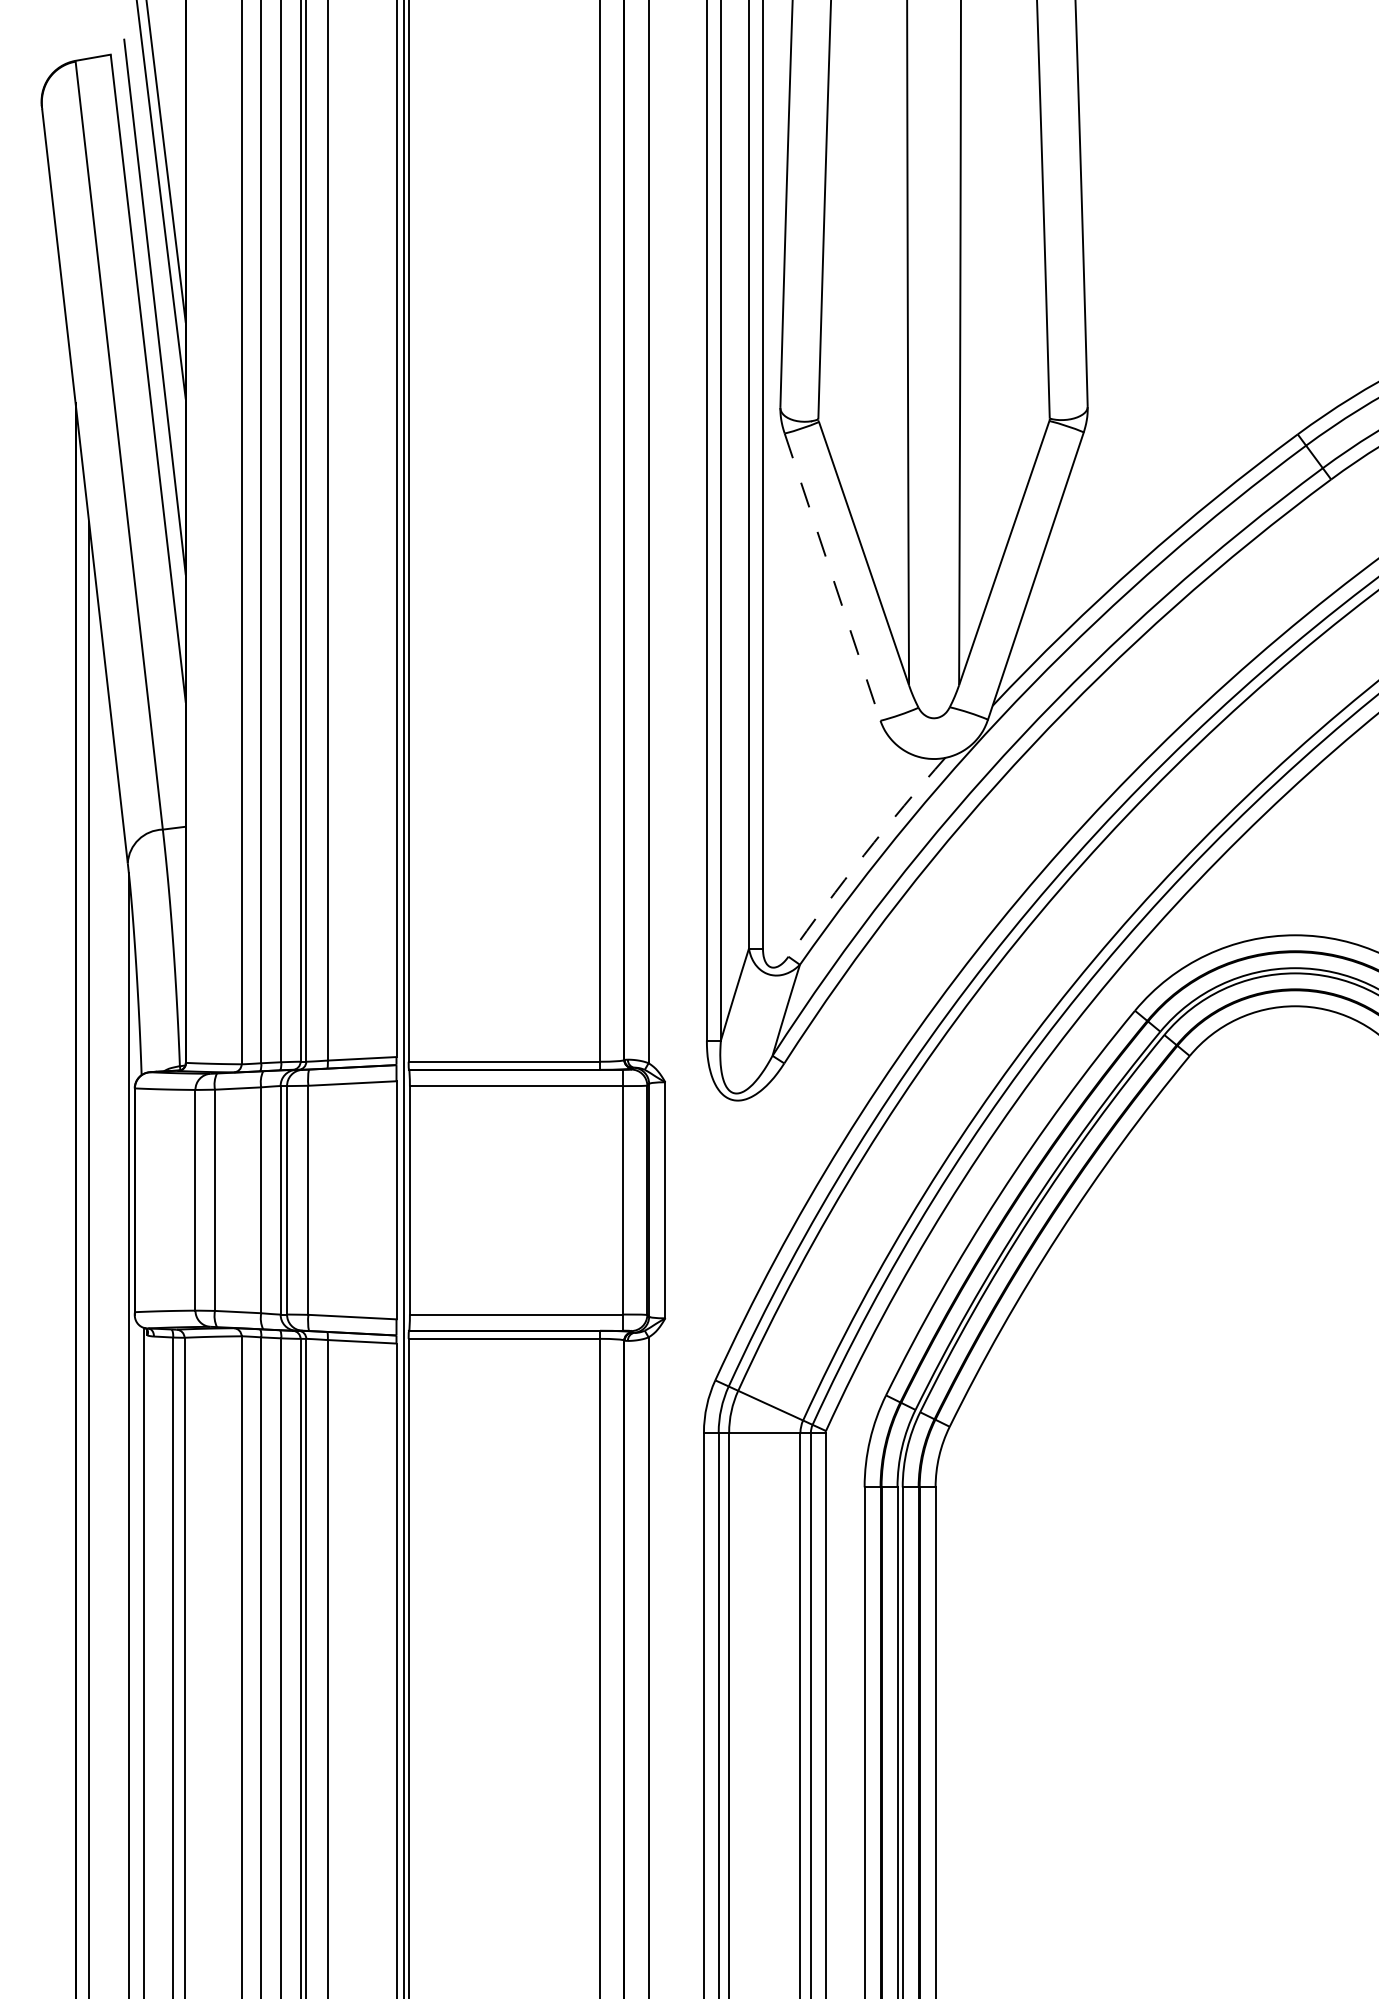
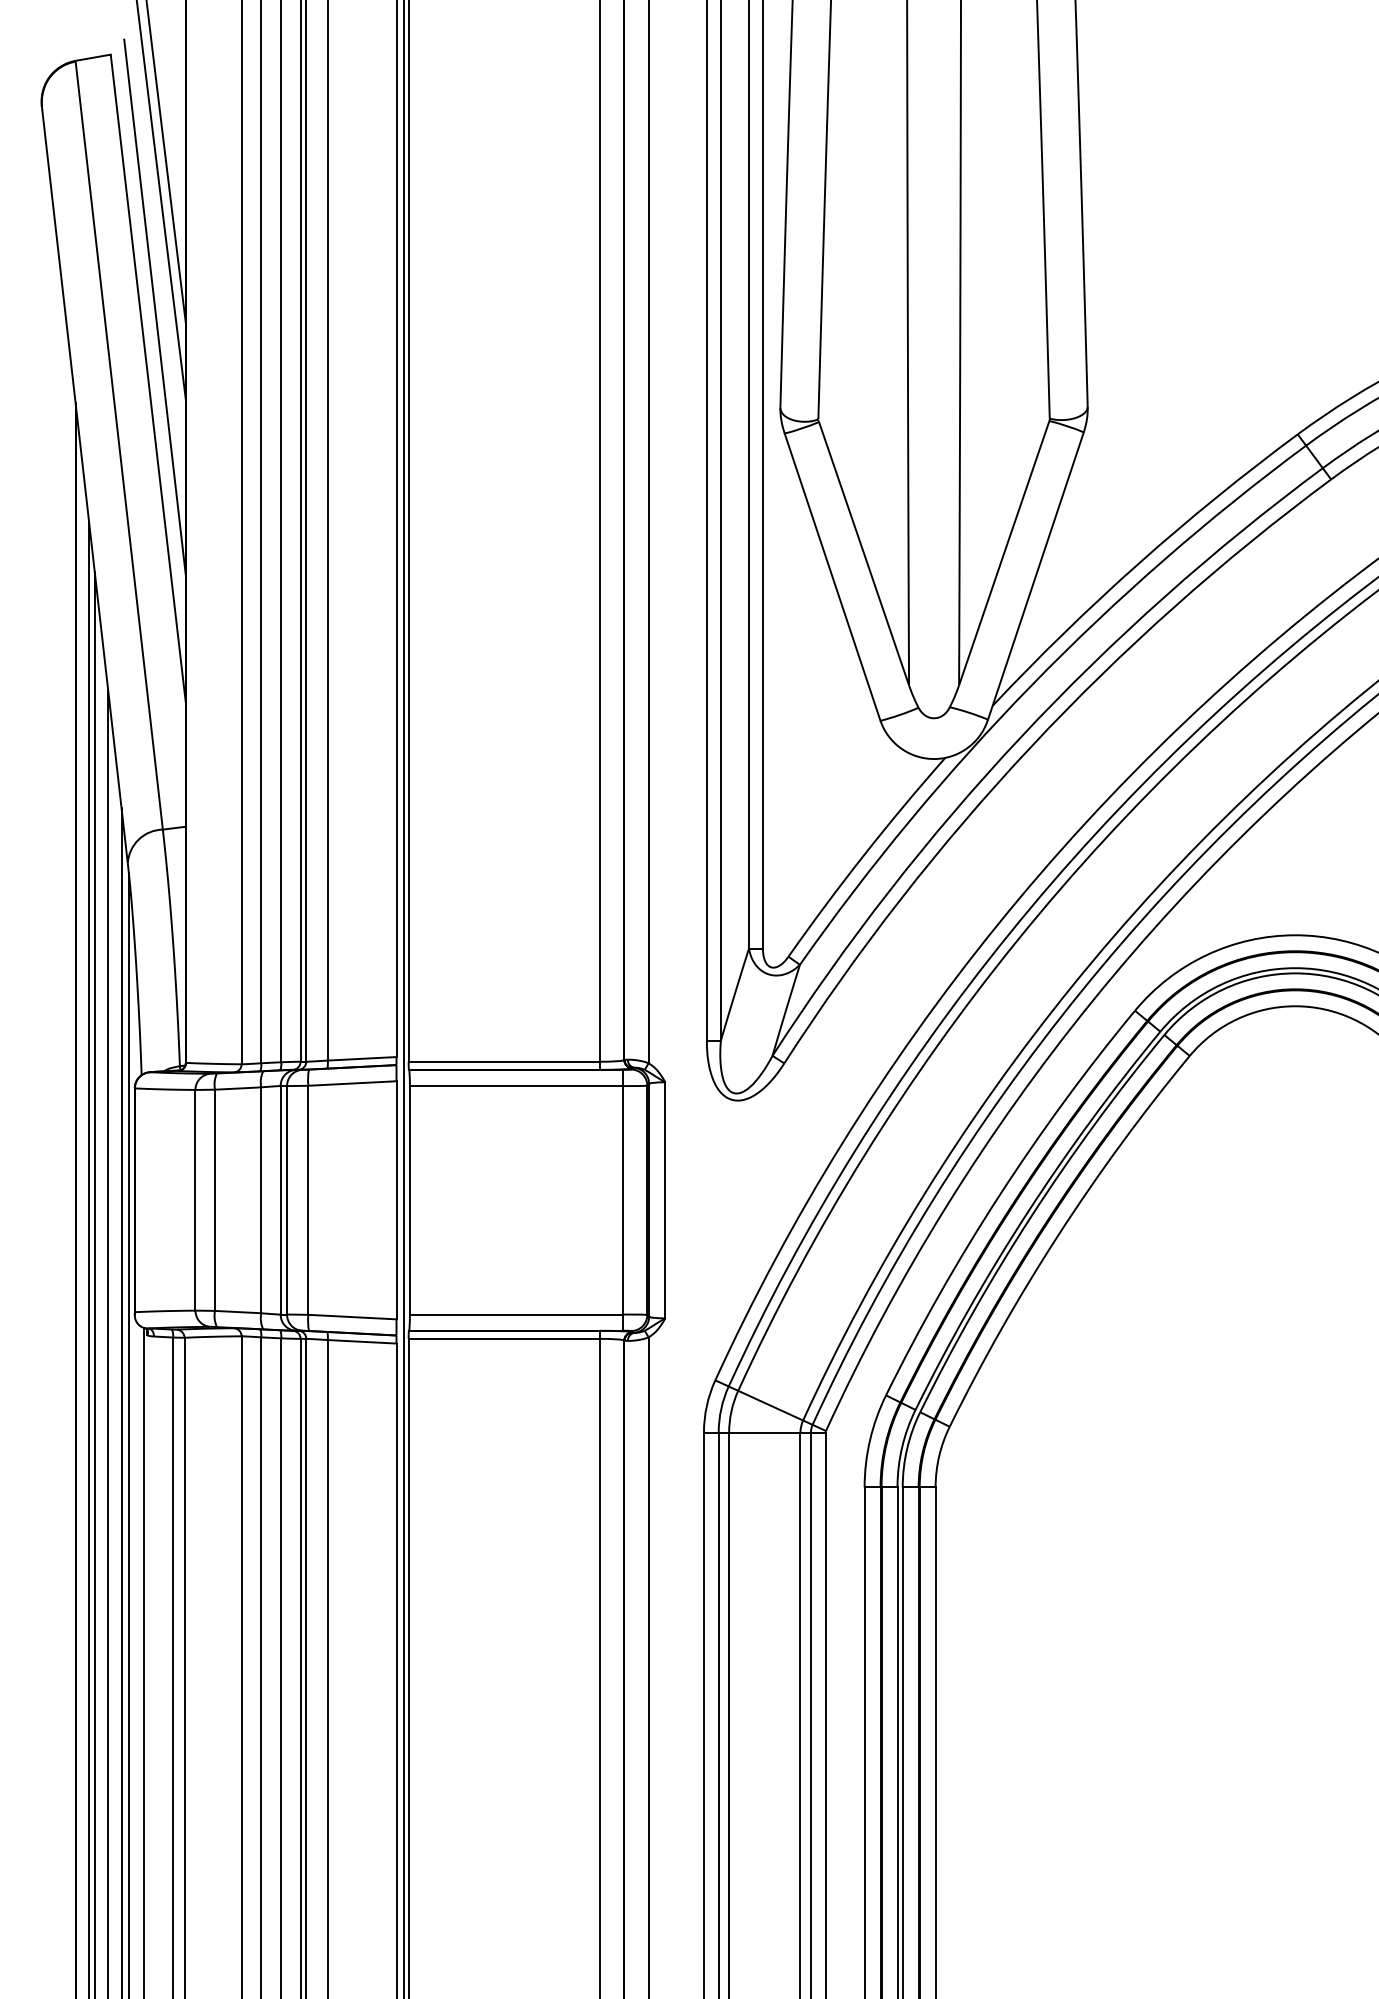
line at (832, 577): dashed -> solid
arc at (864, 854): dashed -> solid
line at (94, 1283): none -> present
line at (108, 1342): none -> present
line at (121, 1401): none -> present
